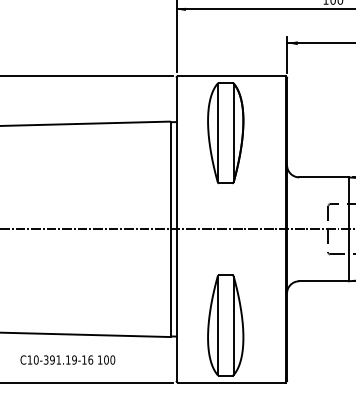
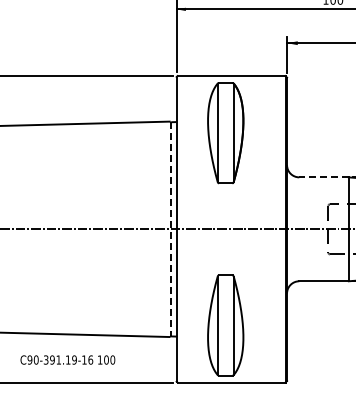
line at (324, 177): solid -> dashed
line at (170, 229): solid -> dashed
text at (29, 359): C10-391.19-16 -> C90-391.19-16
